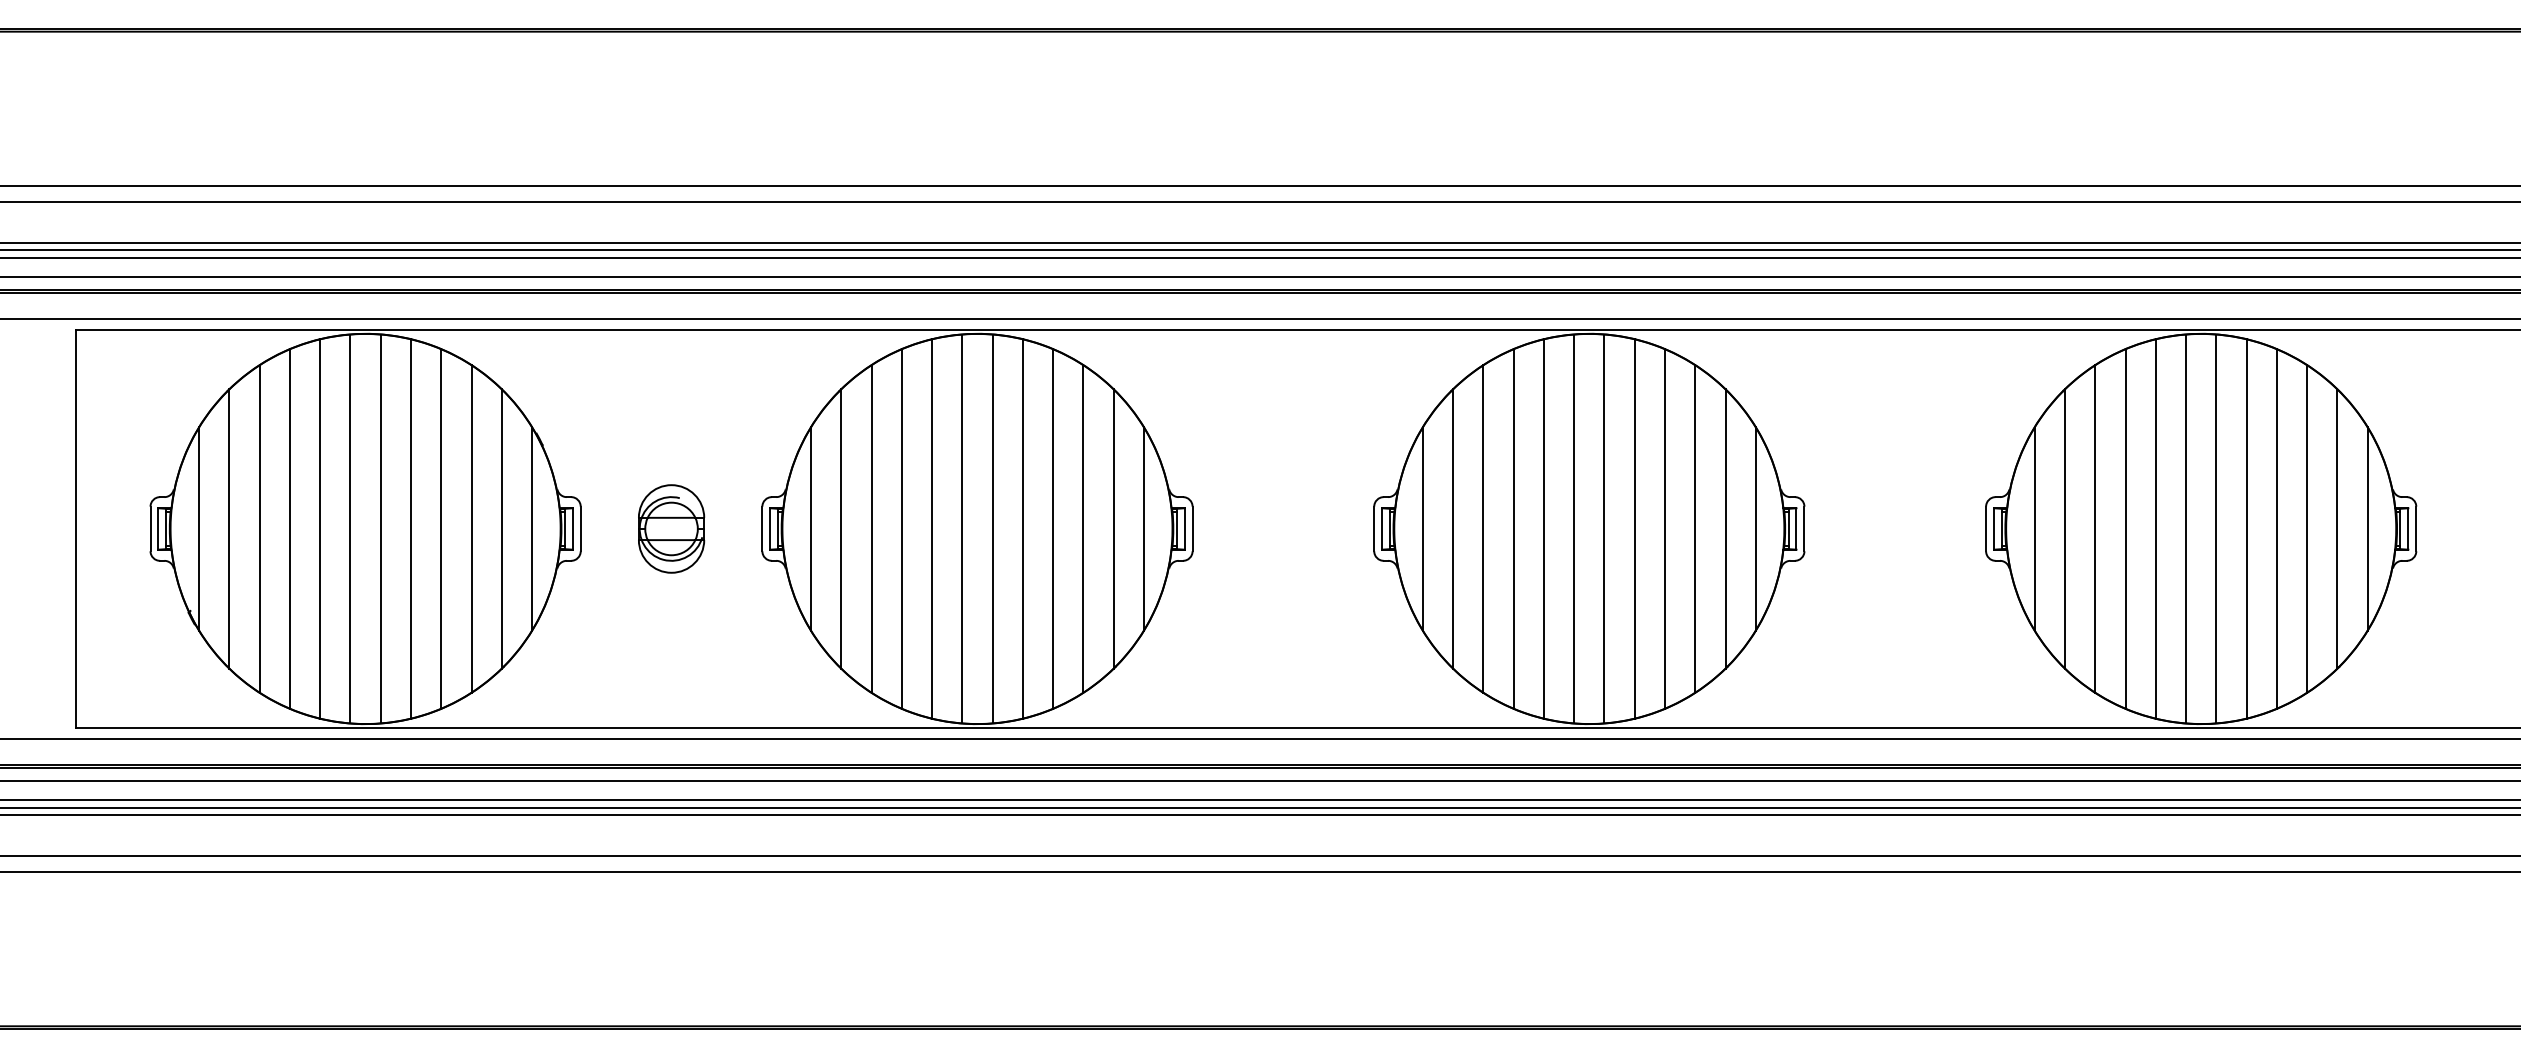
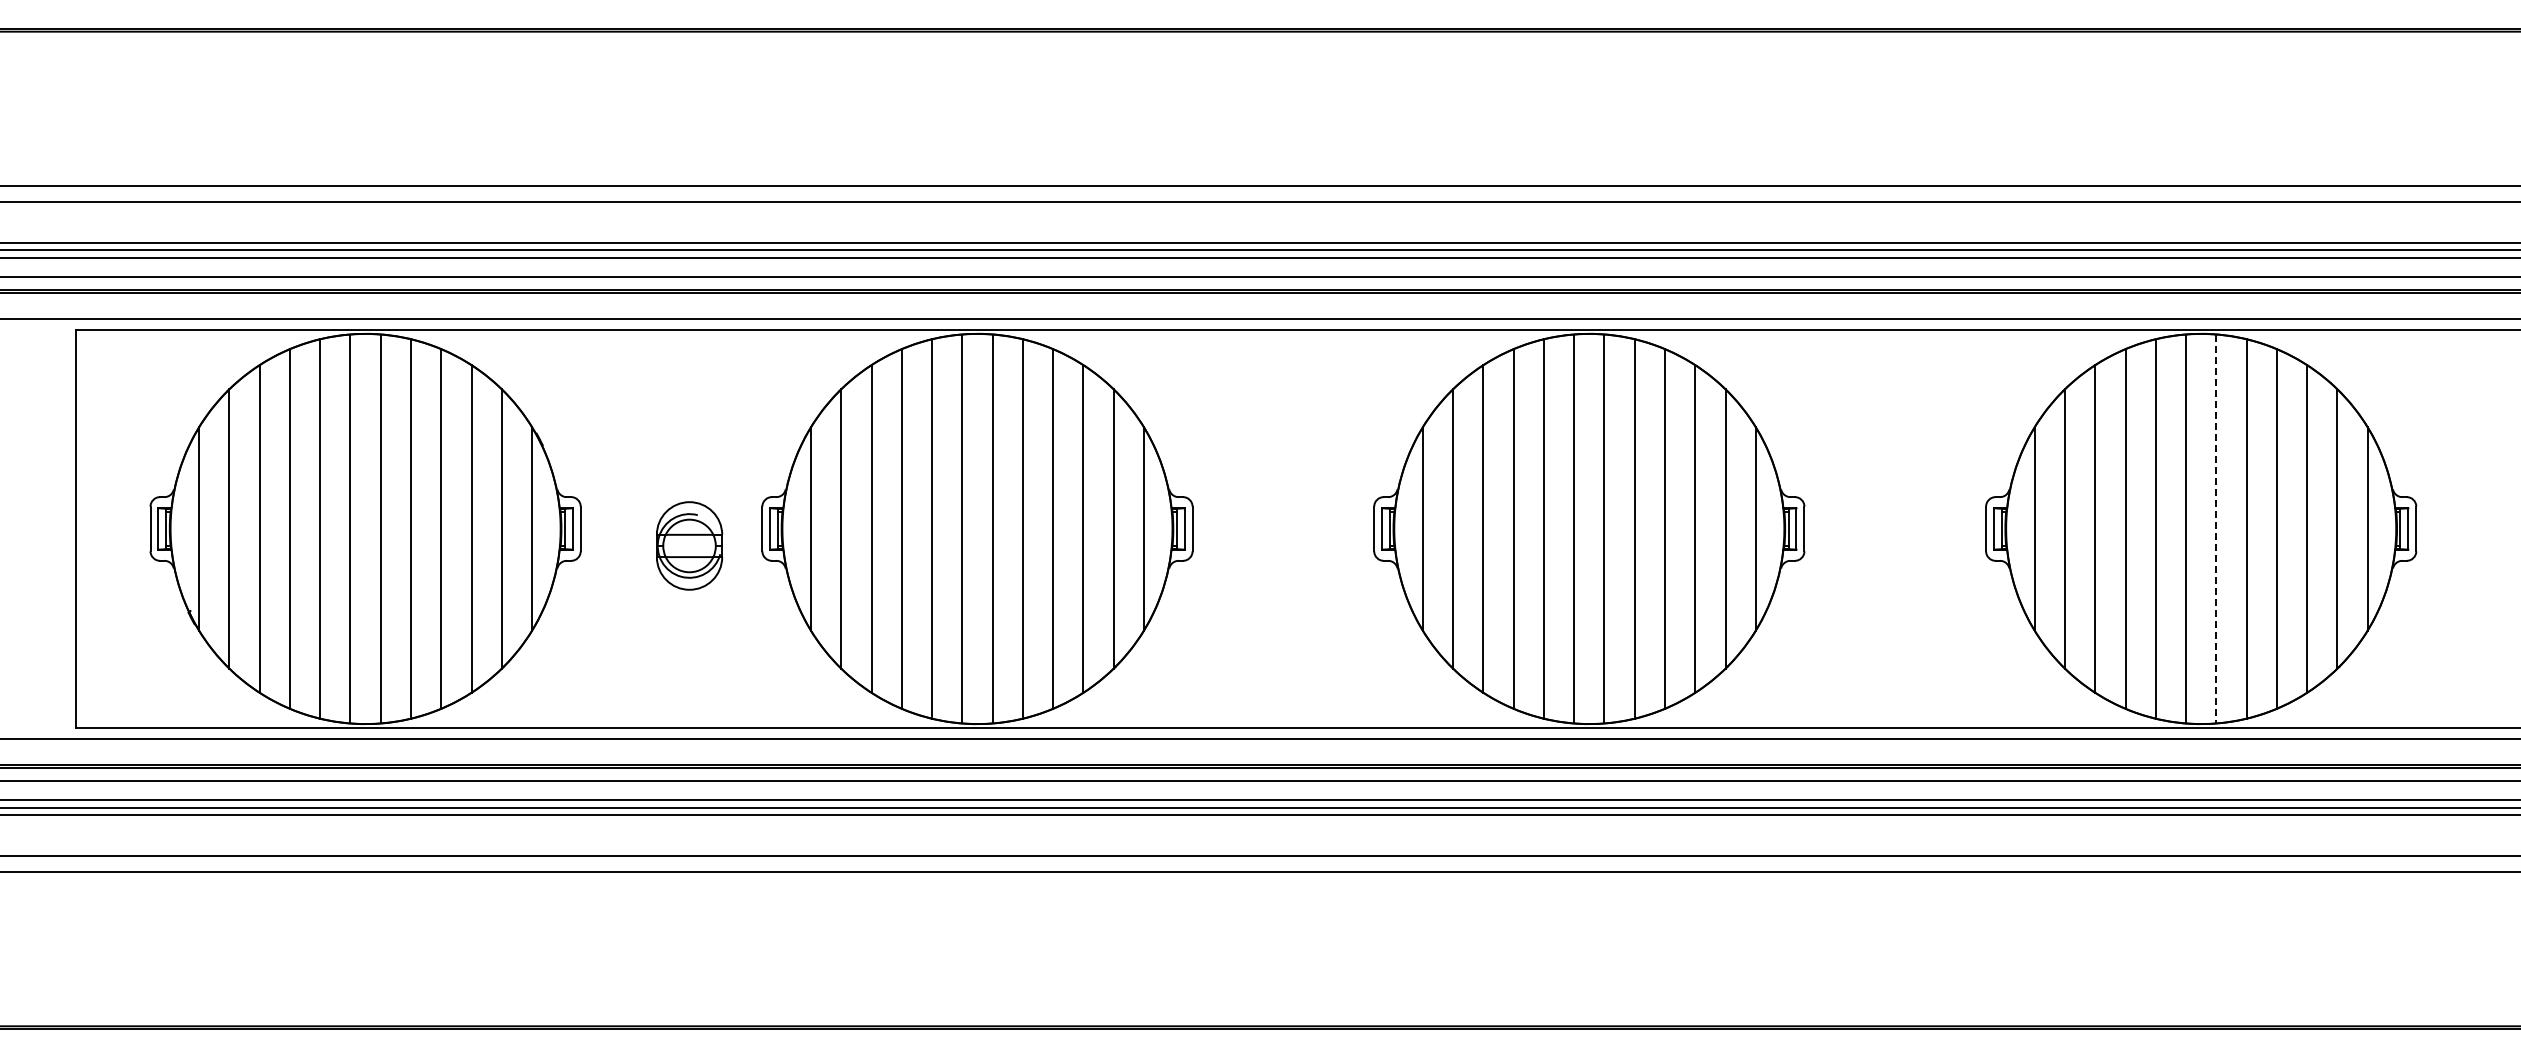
part at (671, 528) position: (671, 528) -> (689, 545)
line at (2216, 529): solid -> dashed
